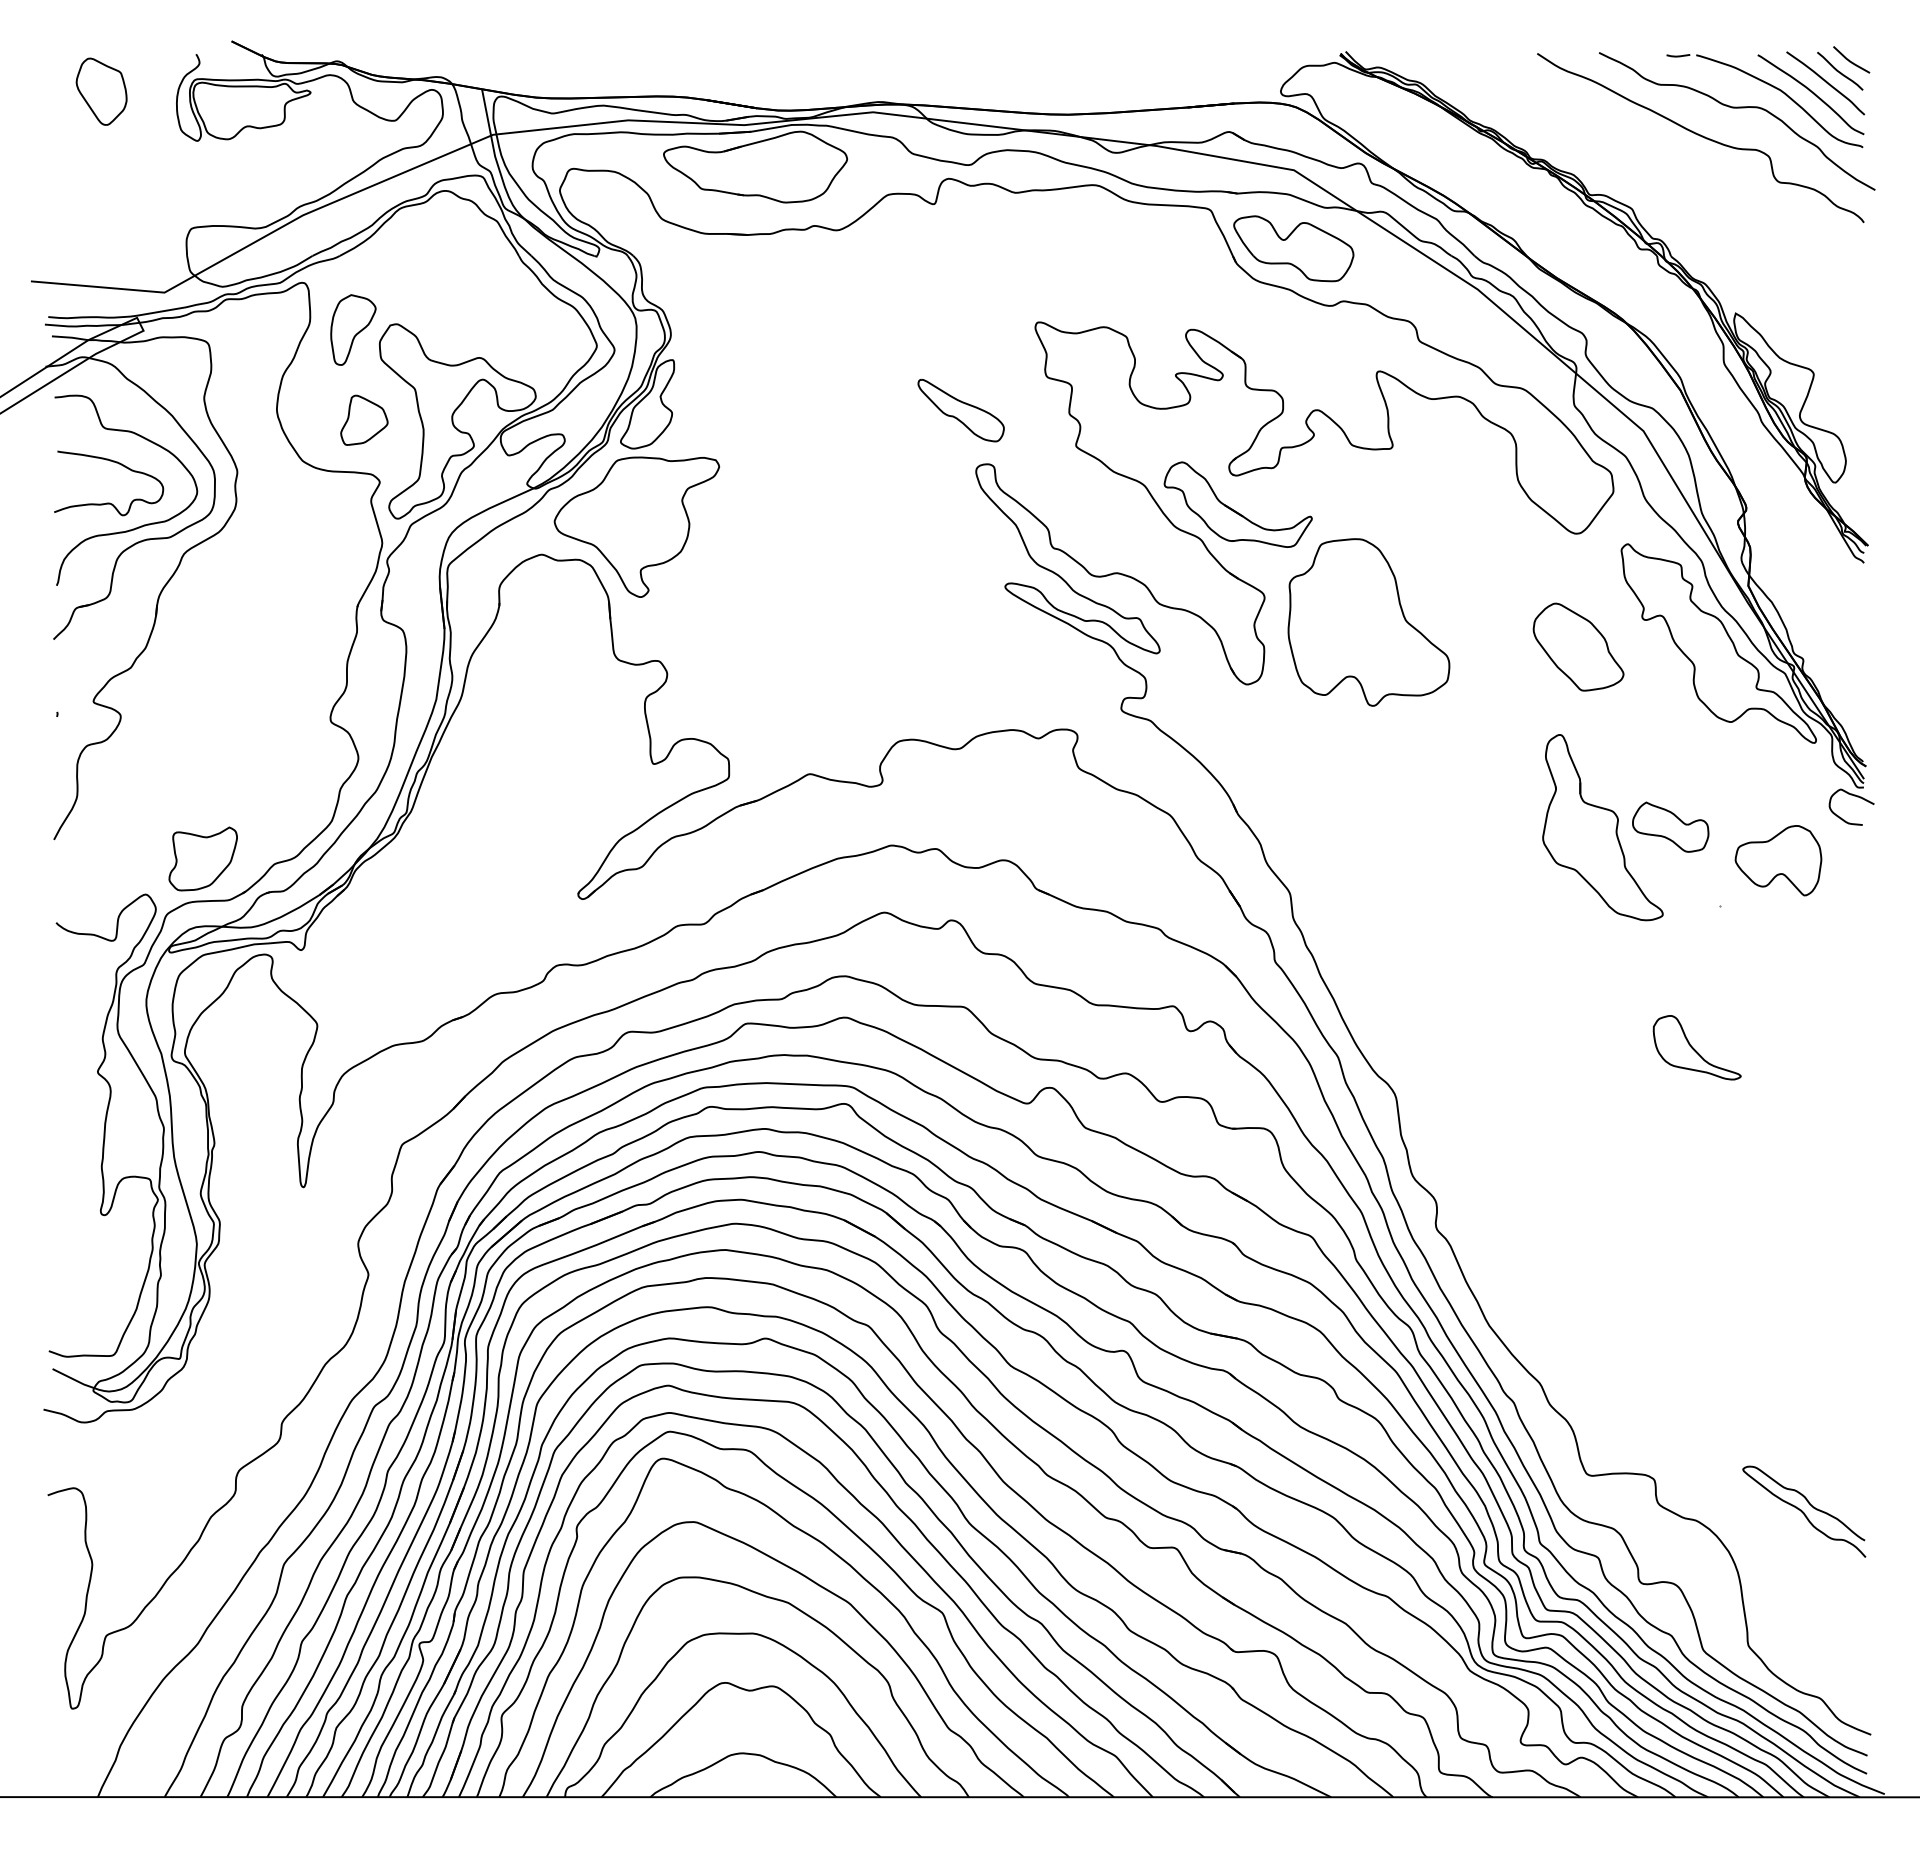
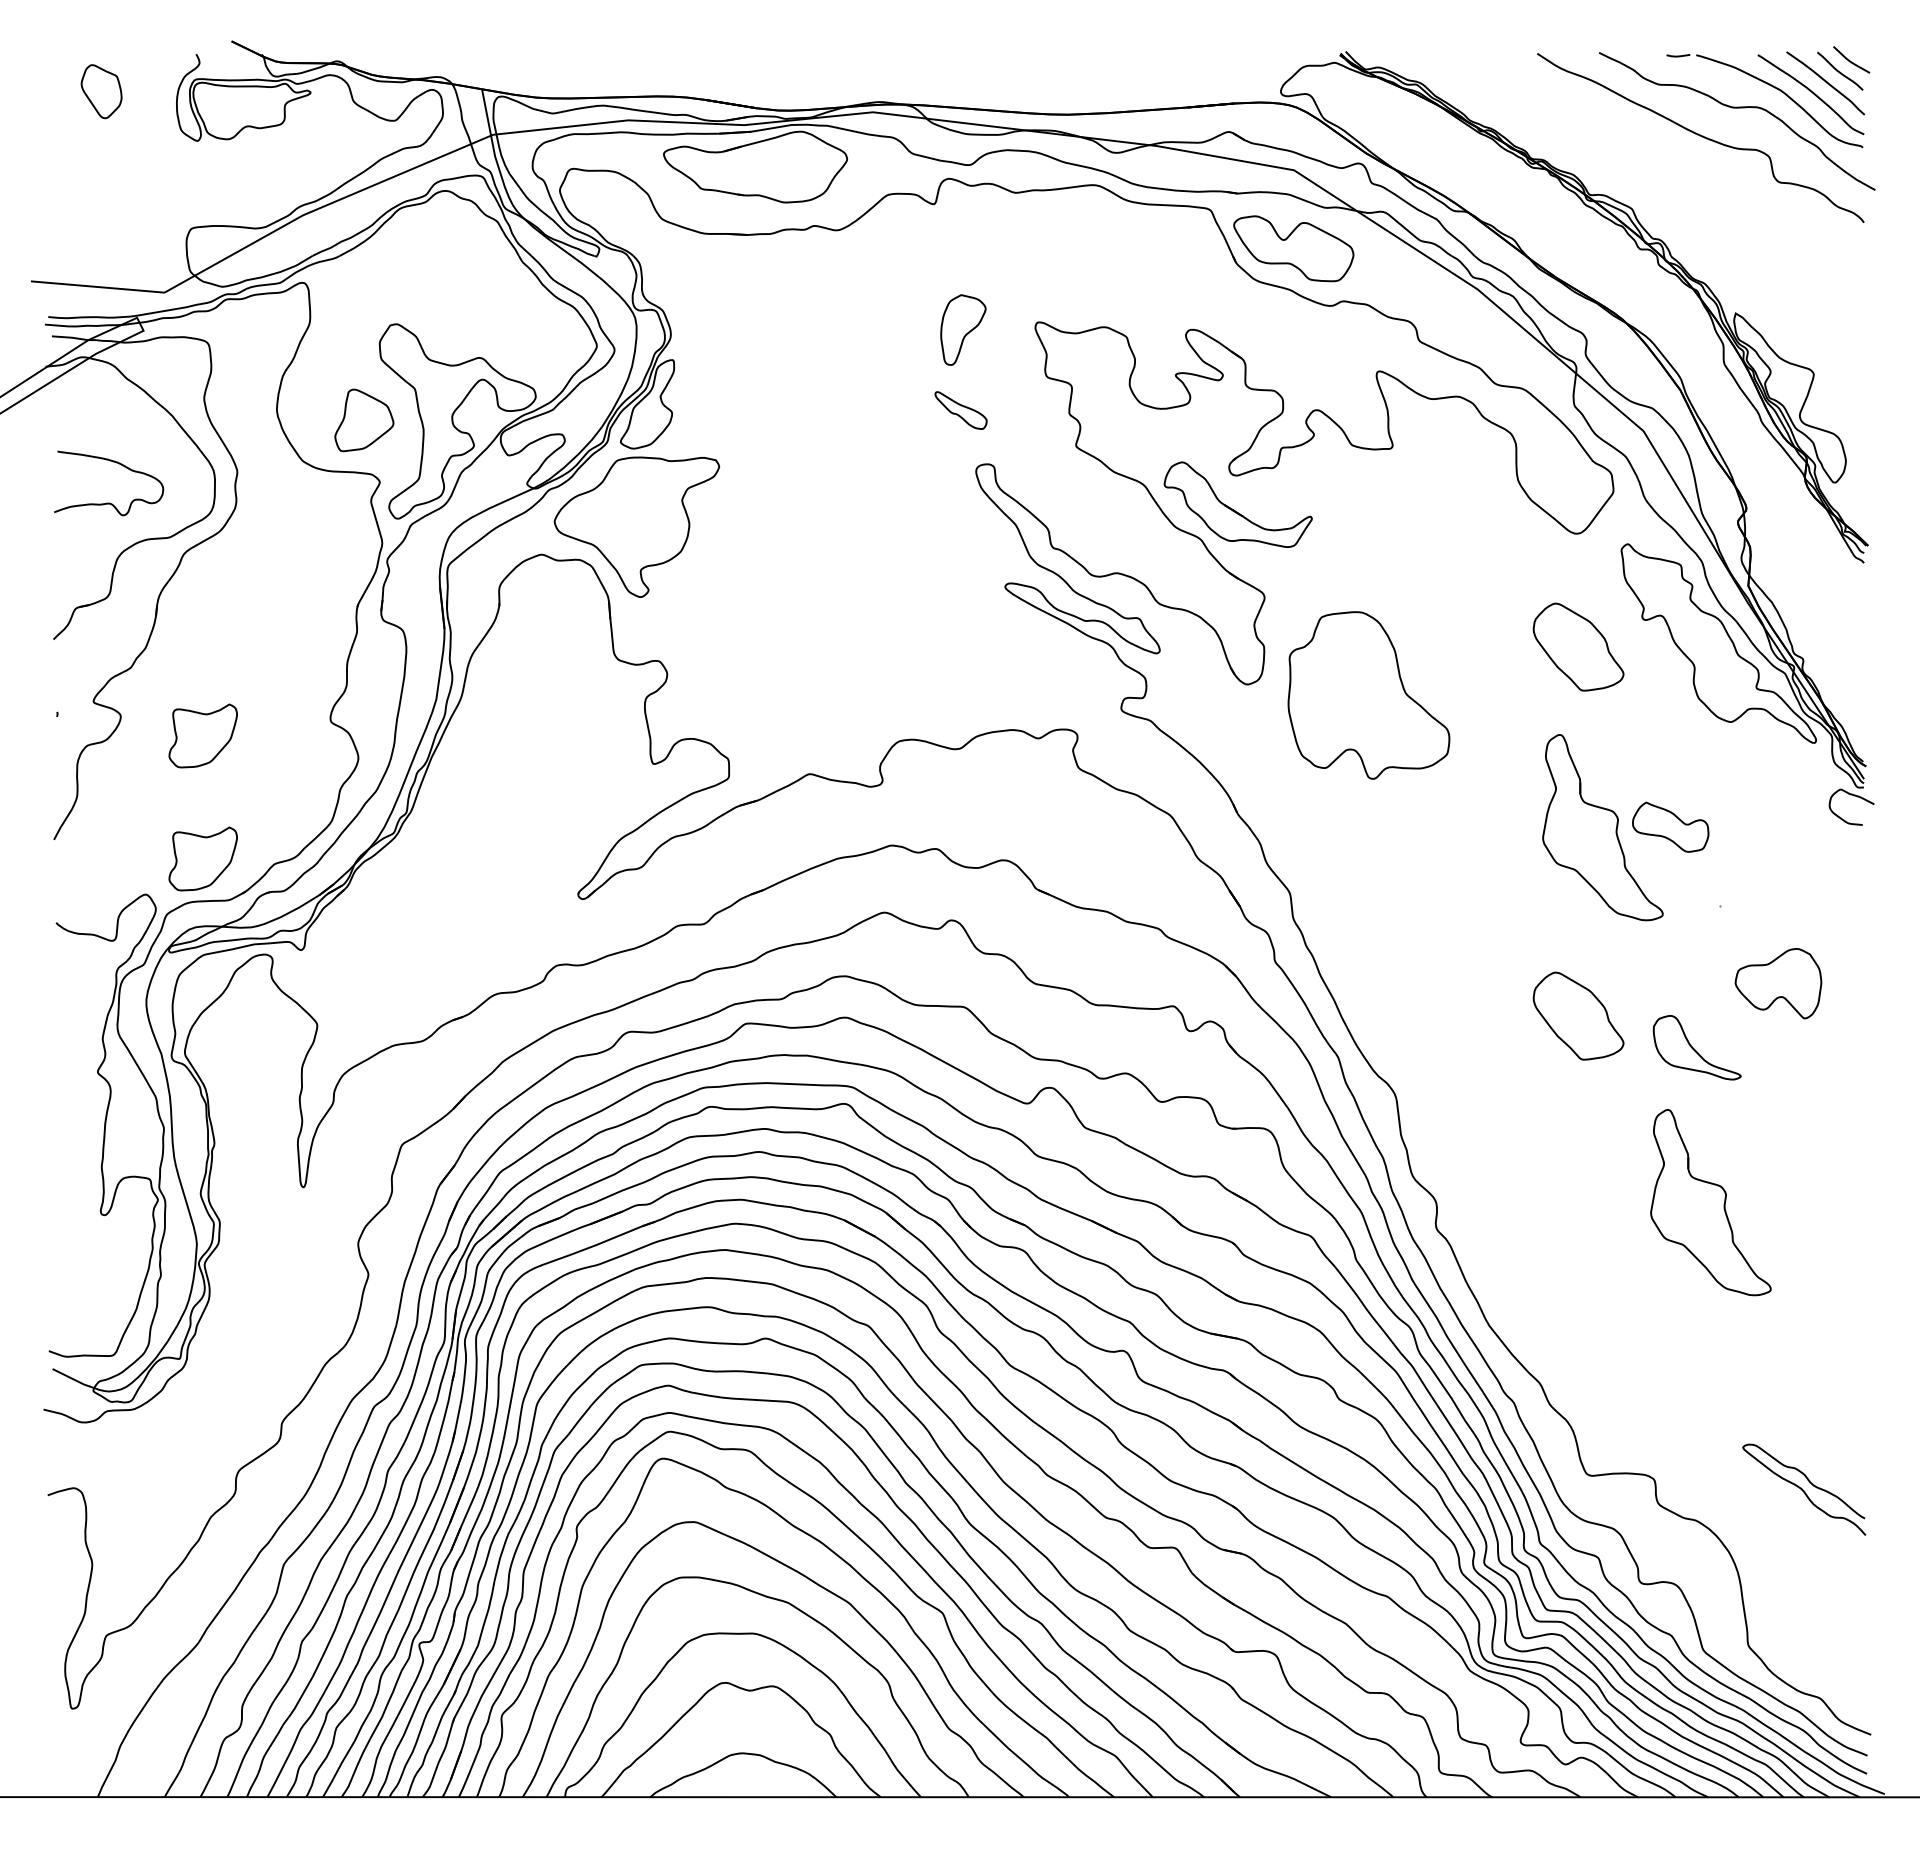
part at (101, 91) size: 53x69 px -> 43x56 px
part at (353, 329) position: (353, 329) -> (963, 329)
part at (960, 410) size: 88x65 px -> 54x39 px
part at (364, 419) size: 49x52 px -> 61x65 px
curve at (138, 526): present -> none
part at (1368, 622) position: (1368, 622) -> (1368, 695)
part at (202, 735): none -> present
part at (1778, 860) position: (1778, 860) -> (1778, 983)
part at (1578, 1015): none -> present
part at (1710, 1202): none -> present
curve at (1803, 1511) position: (1803, 1511) -> (1803, 1489)
